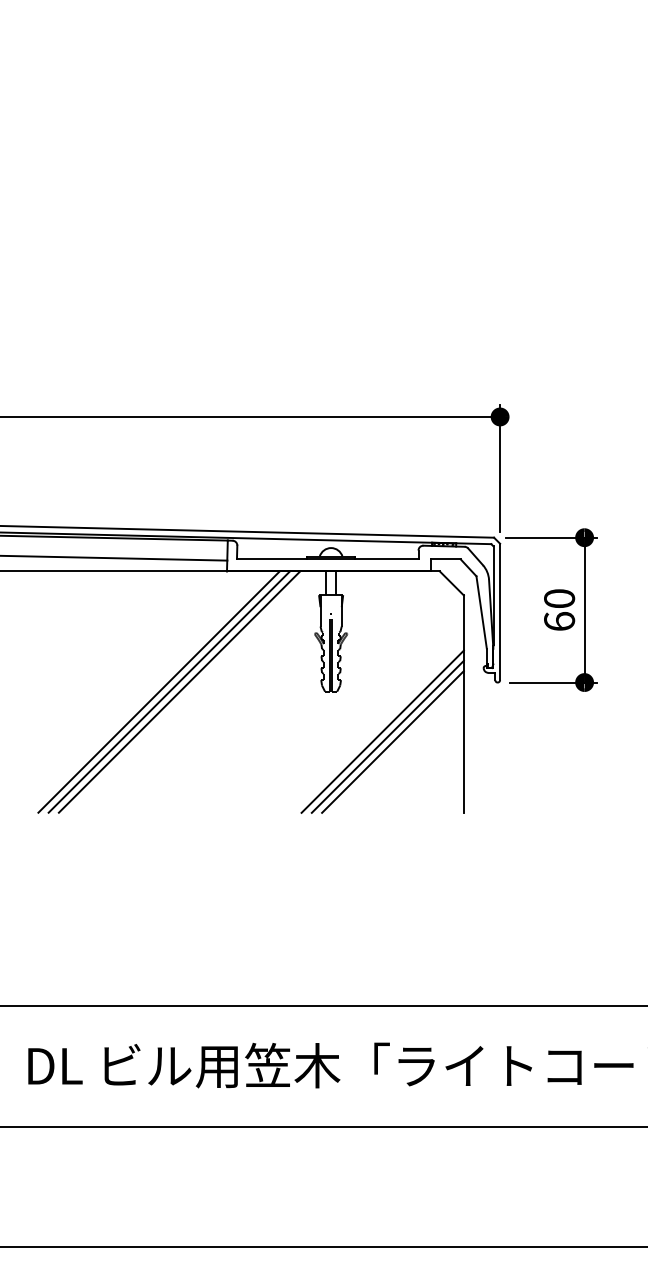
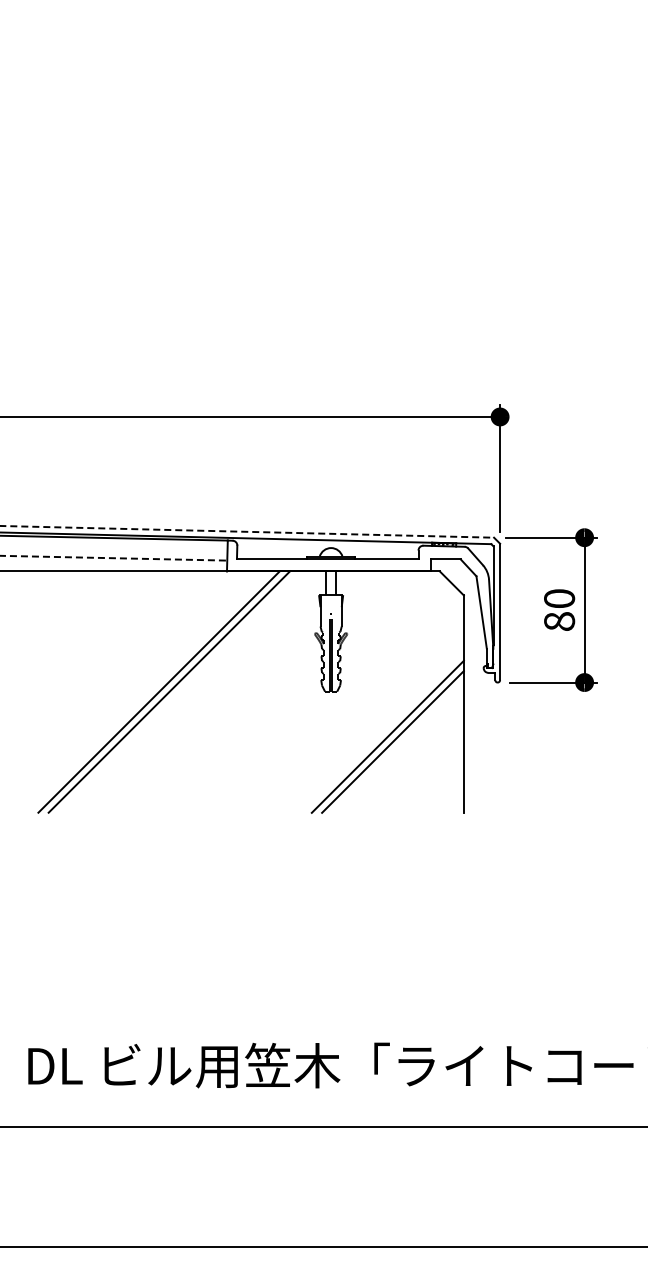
line at (247, 531): solid -> dashed
line at (114, 558): solid -> dashed
text at (559, 621): 60 -> 80
line at (179, 691): present -> none
line at (382, 731): present -> none
line at (323, 1006): present -> none
